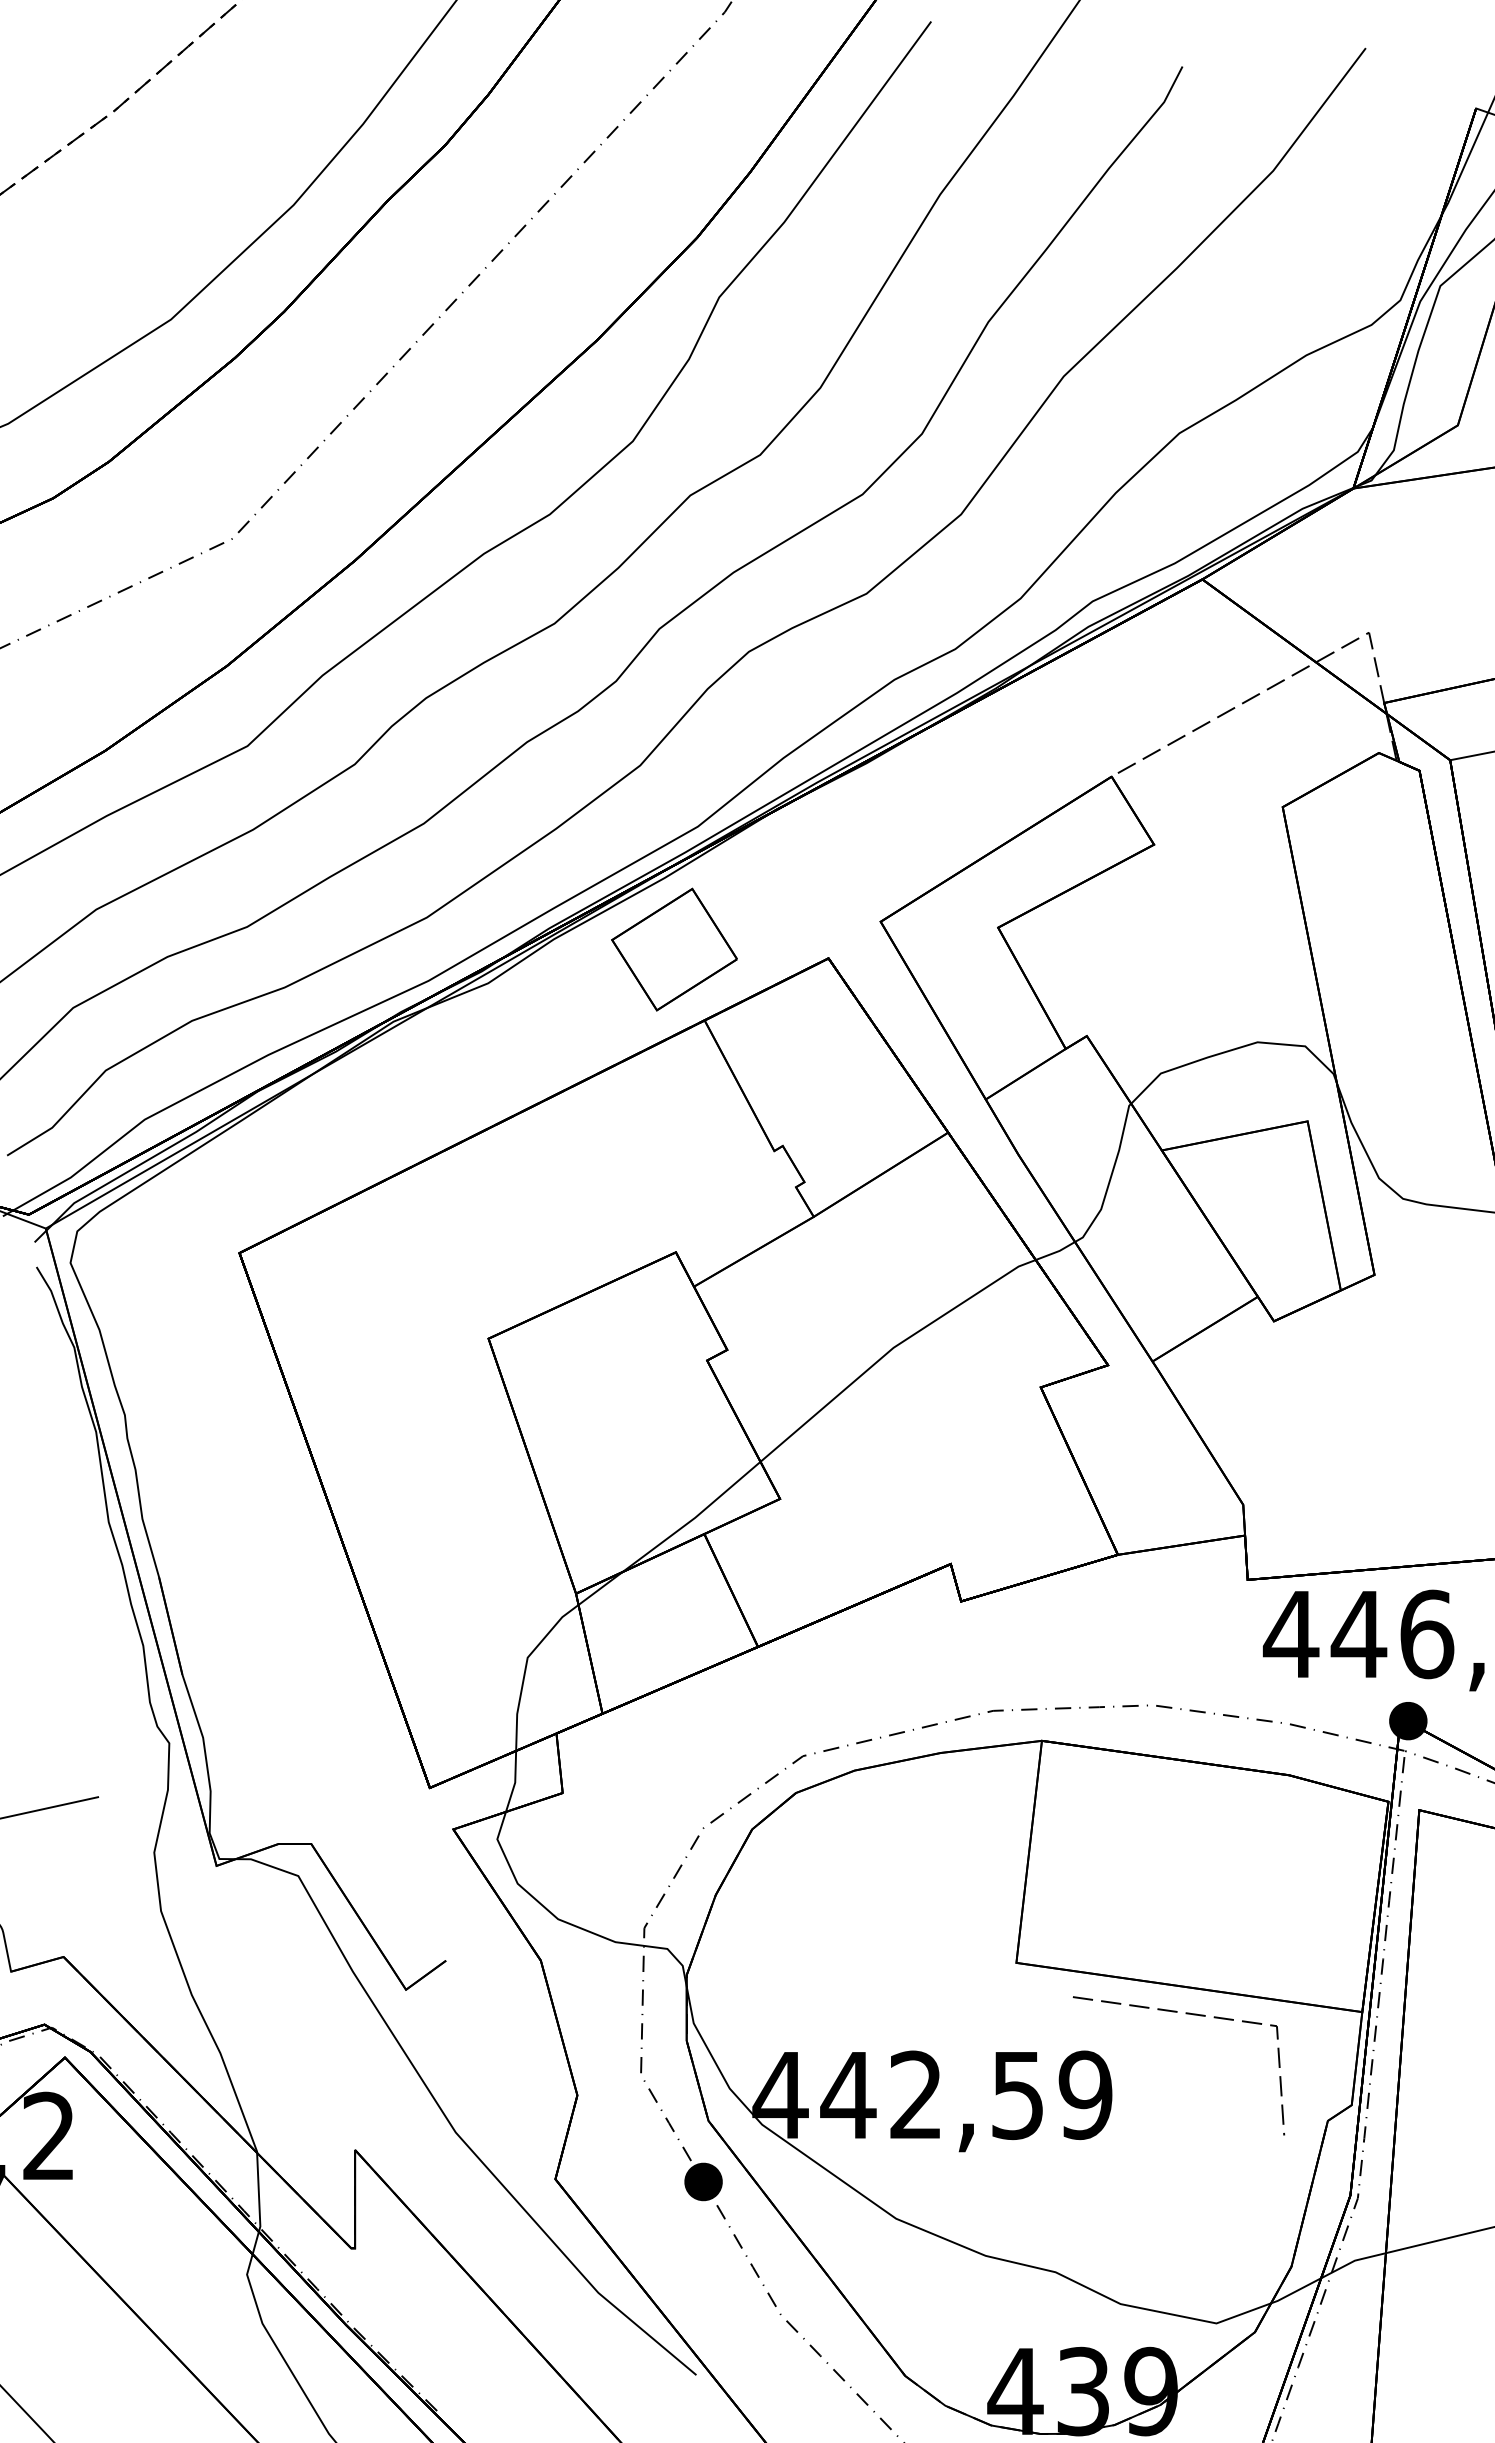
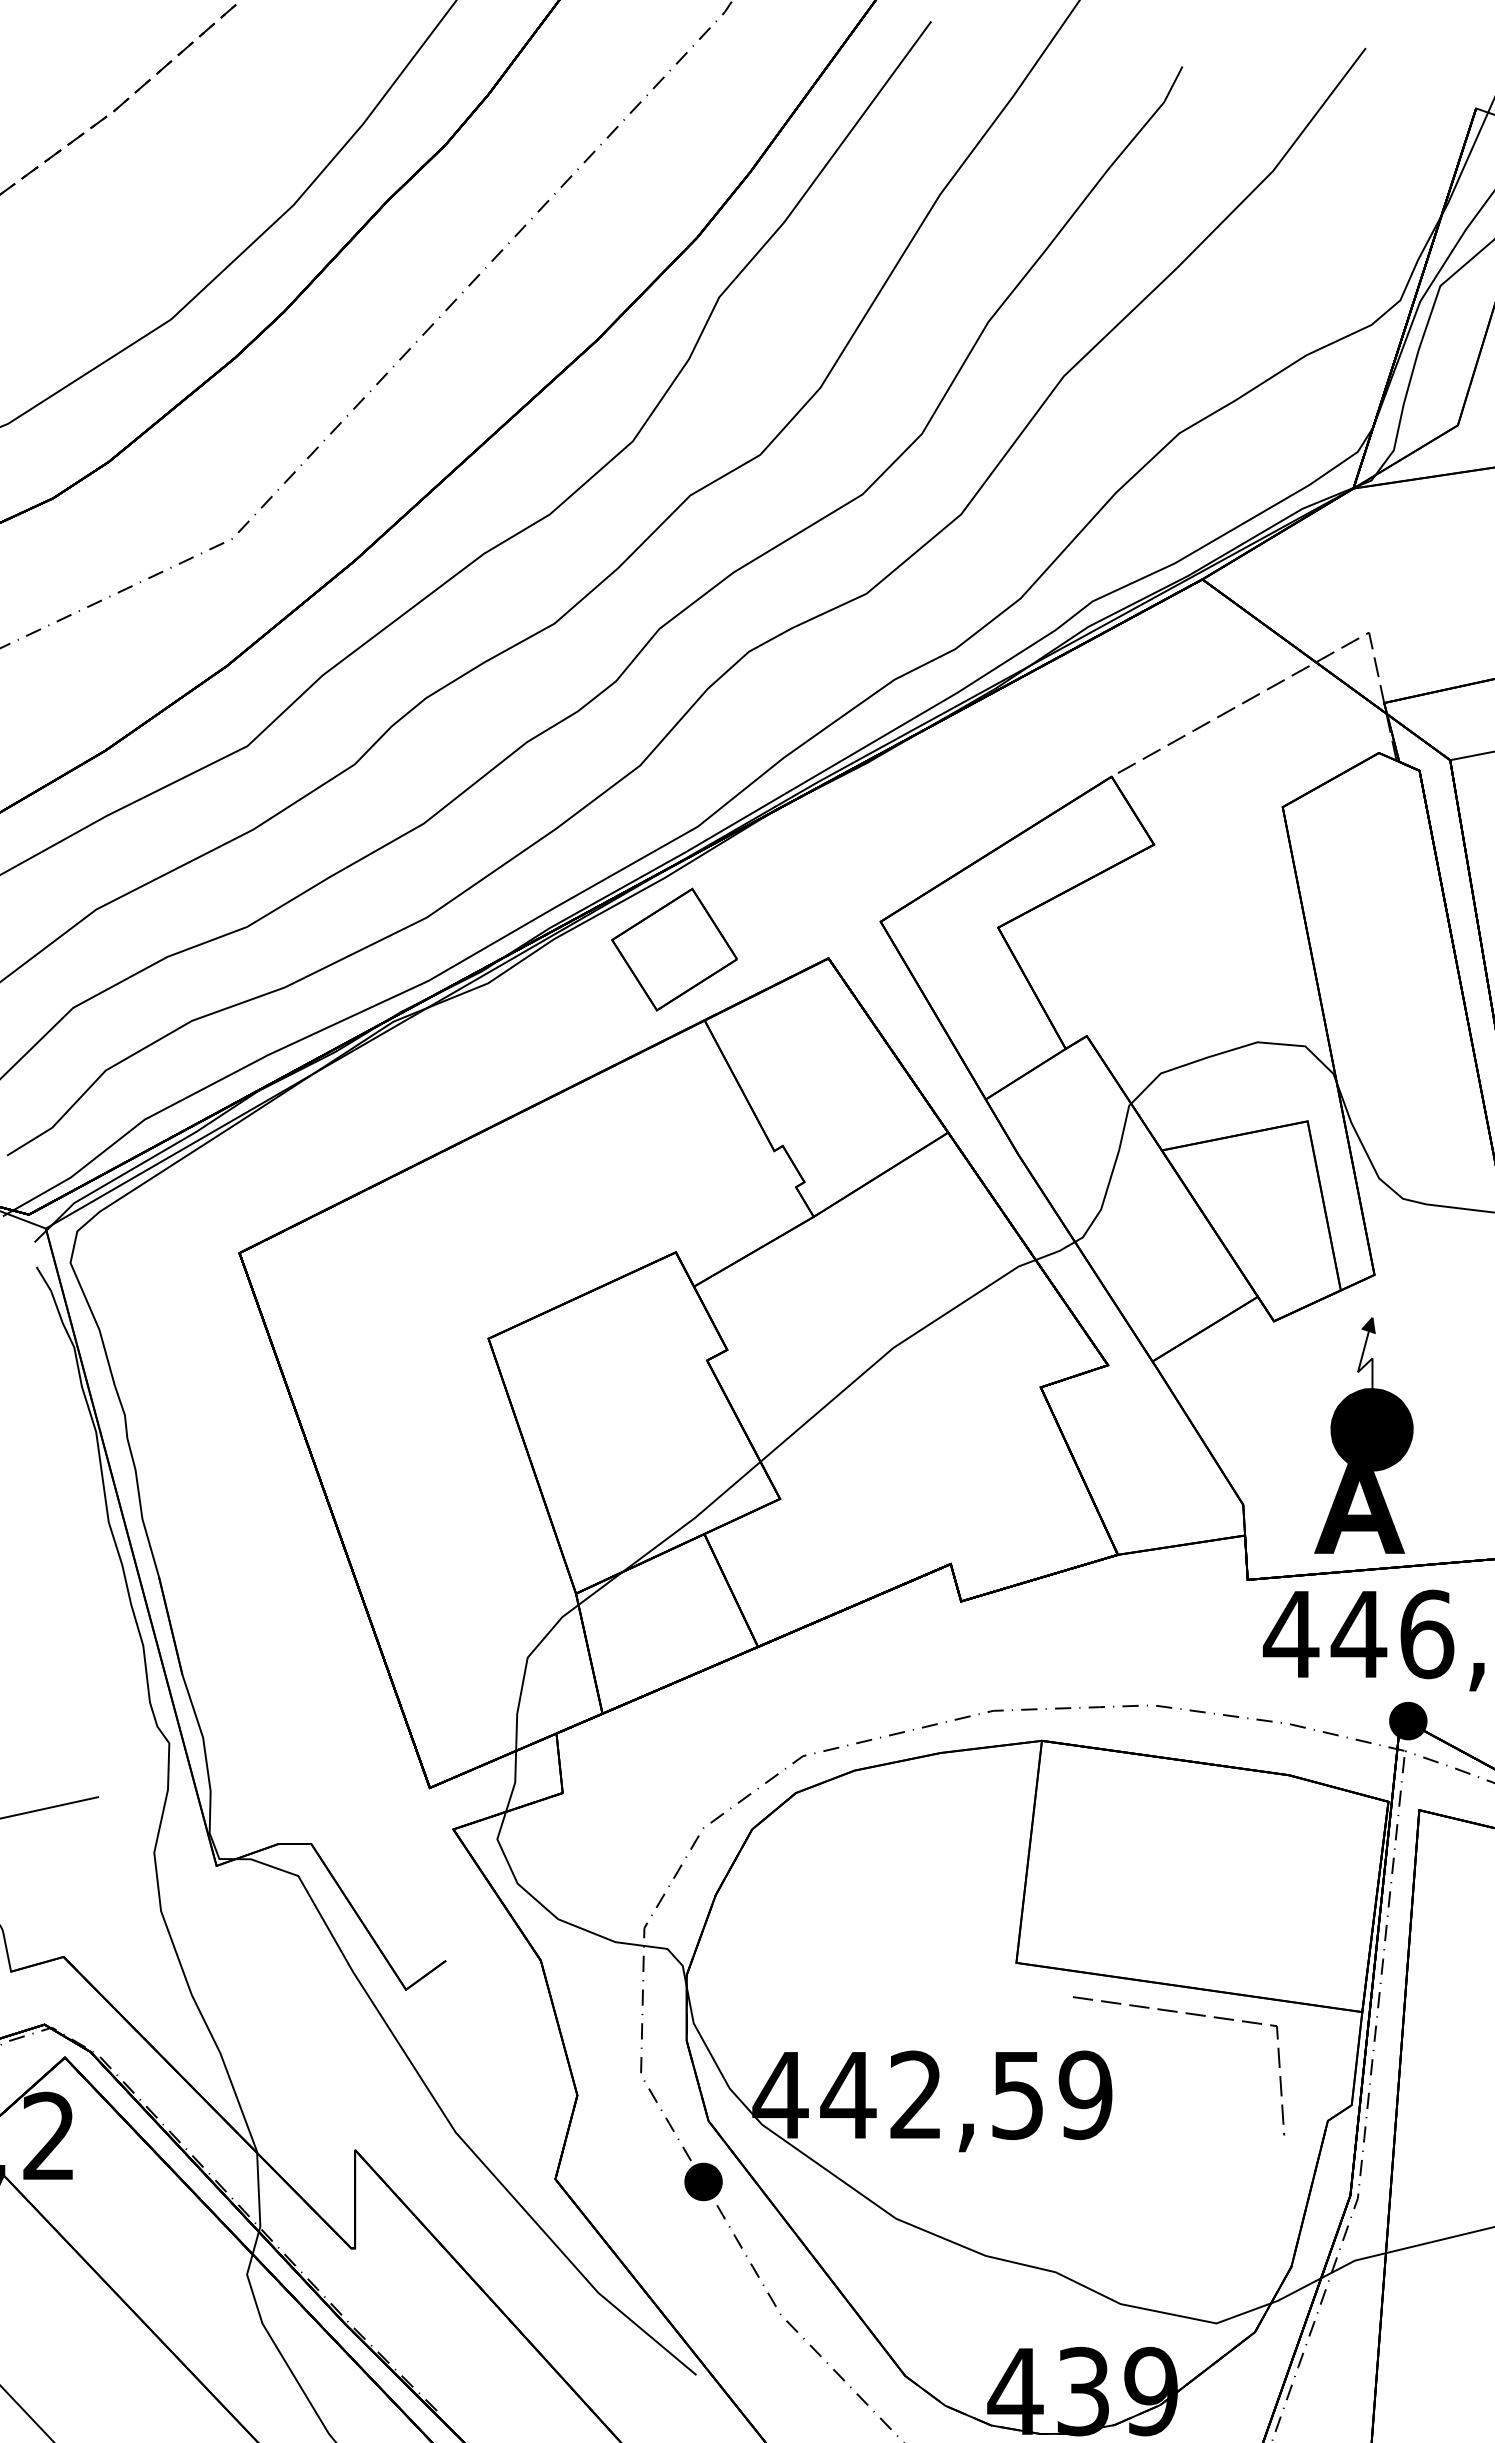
part at (1363, 1435): none -> present
